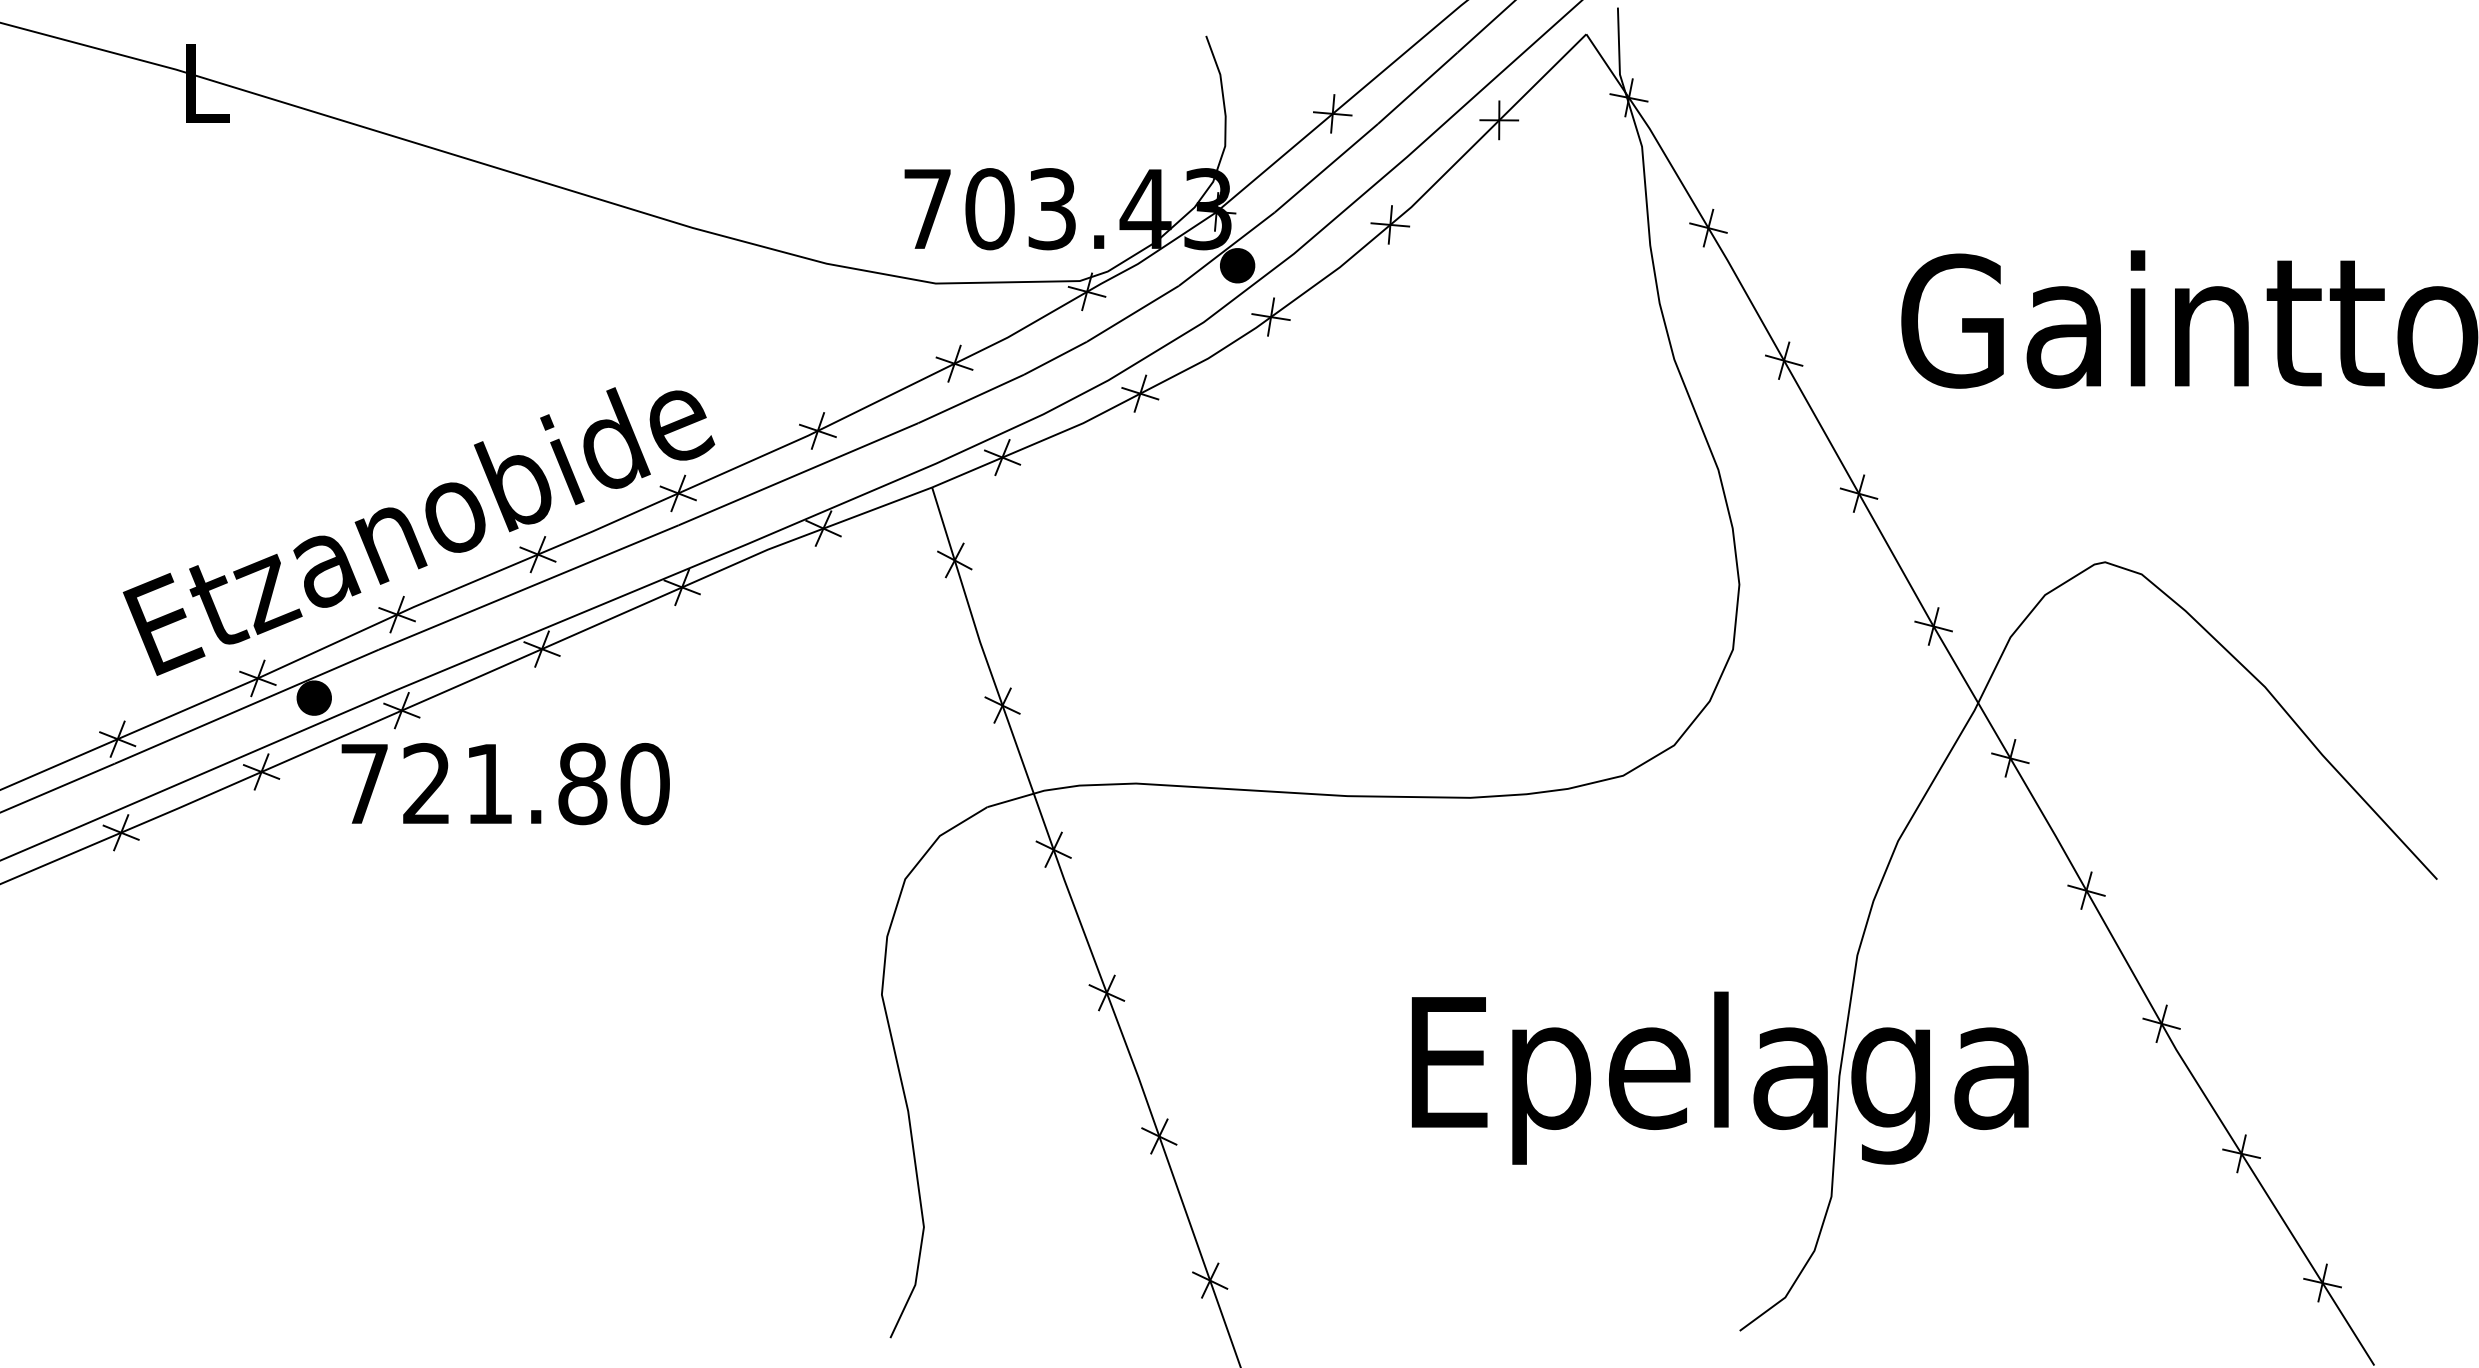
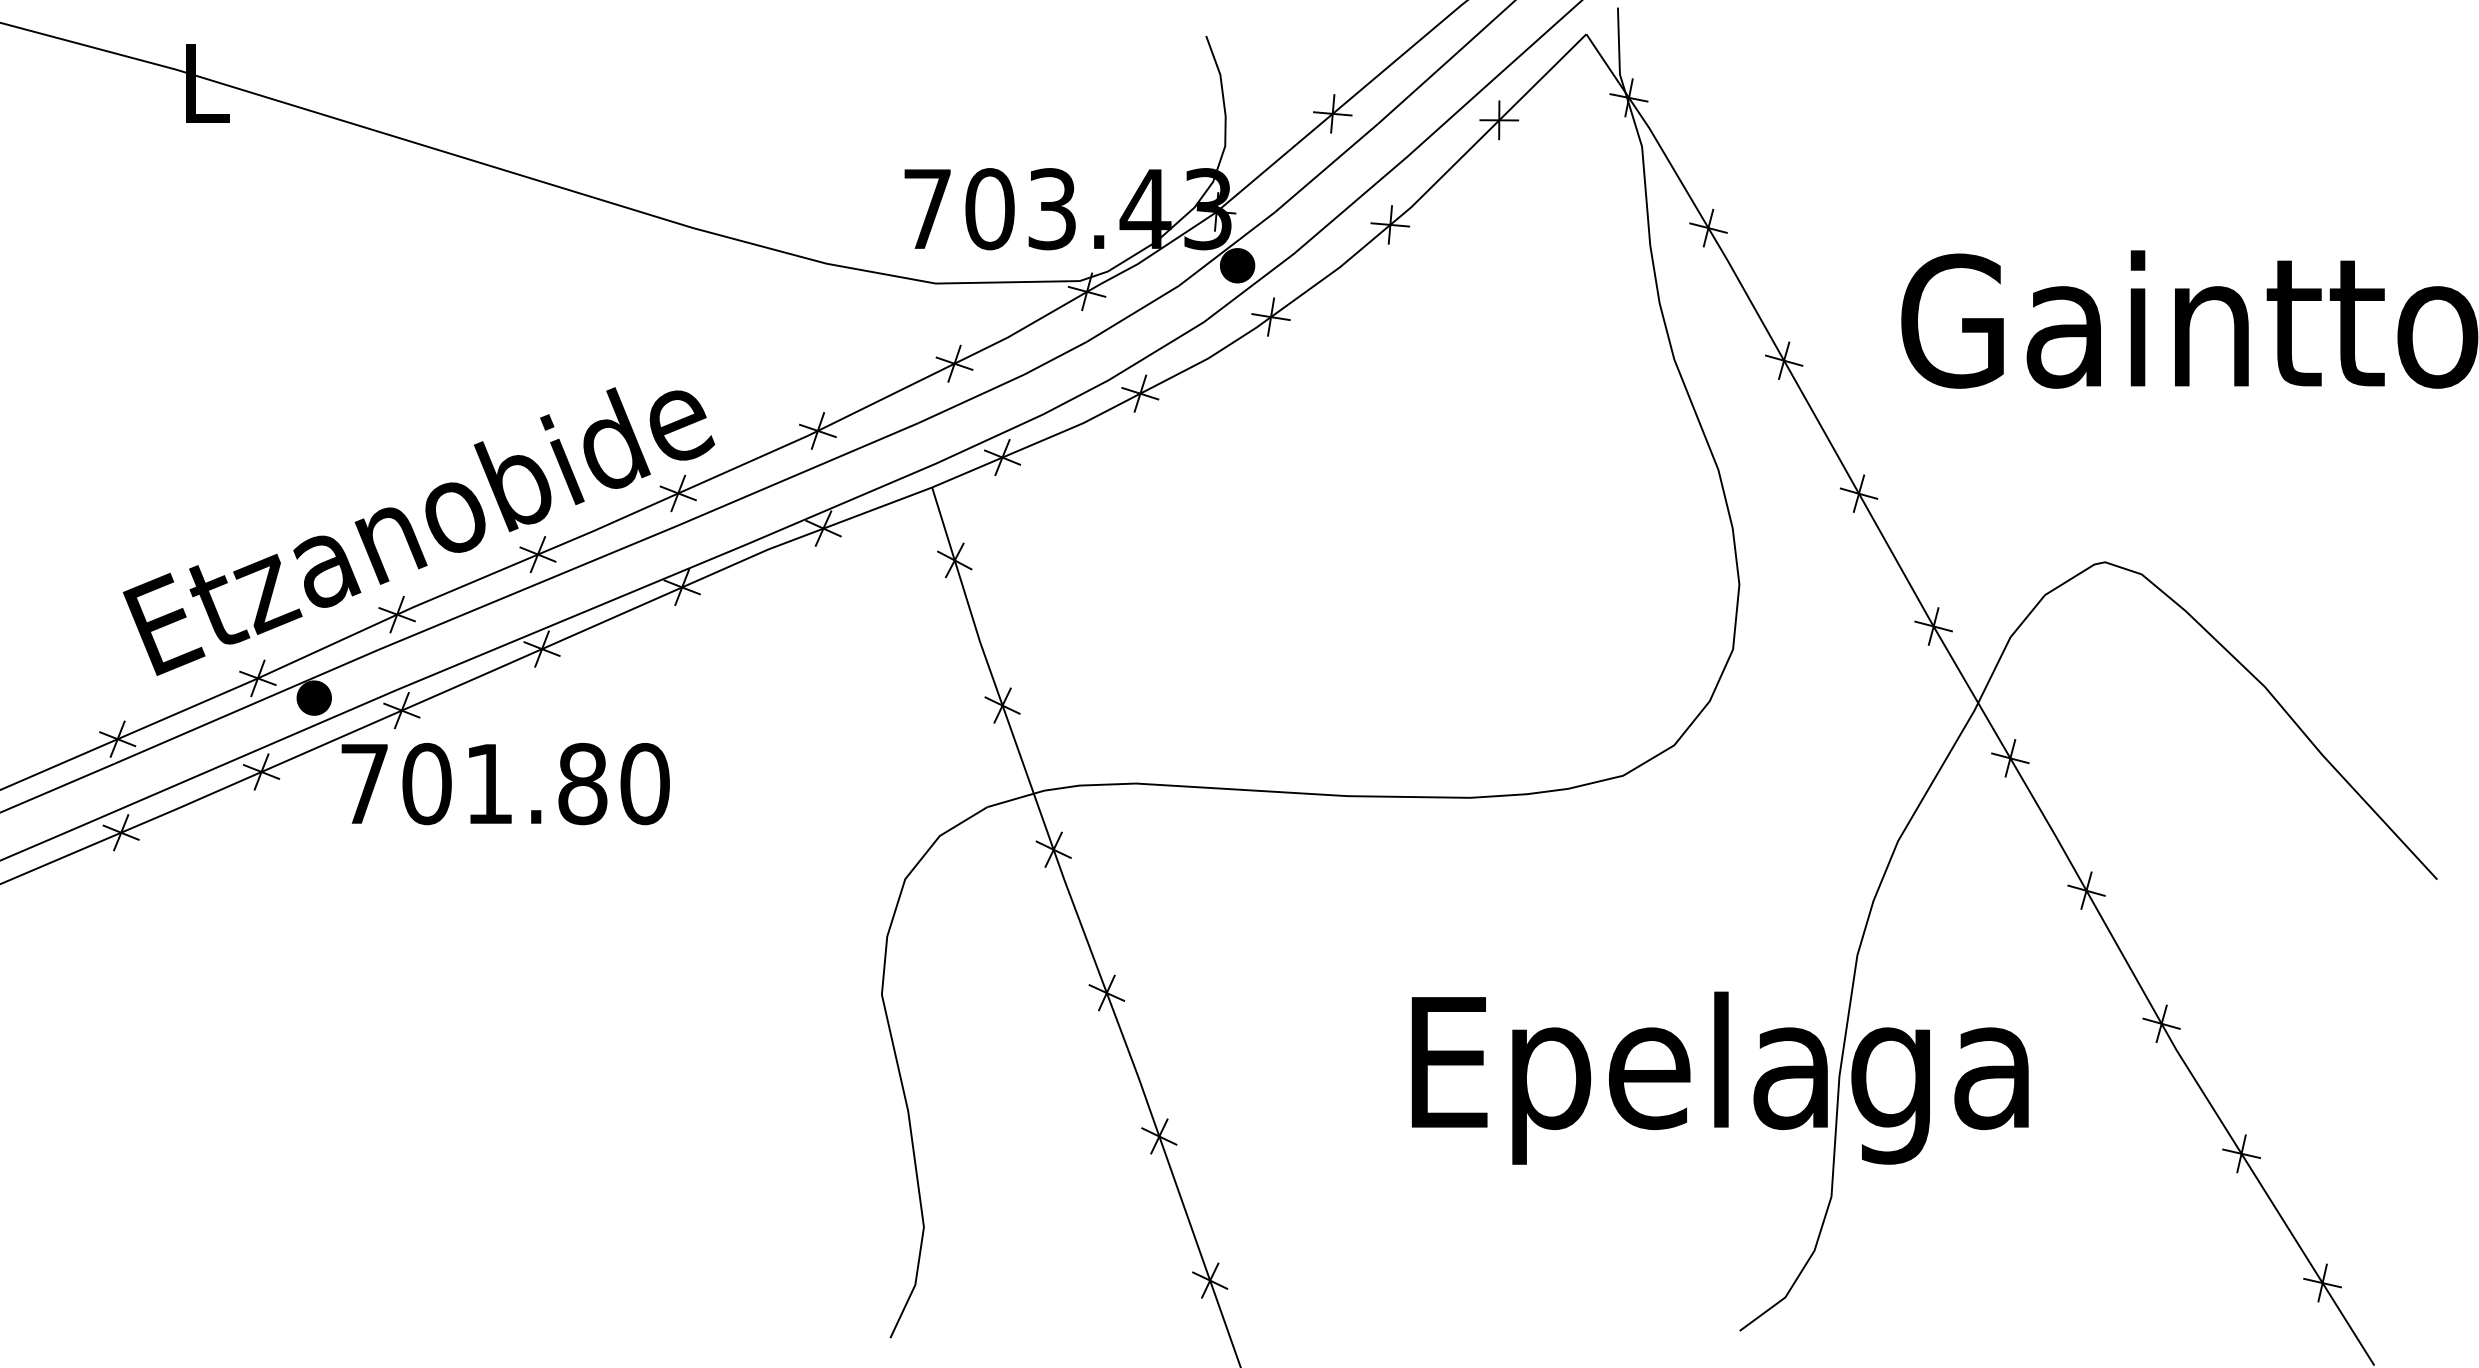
text at (426, 783): 721.80 -> 701.80
